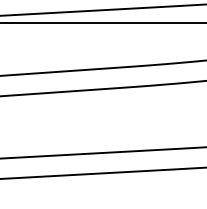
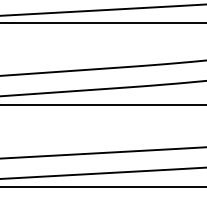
line at (102, 105): none -> present
line at (102, 186): none -> present
